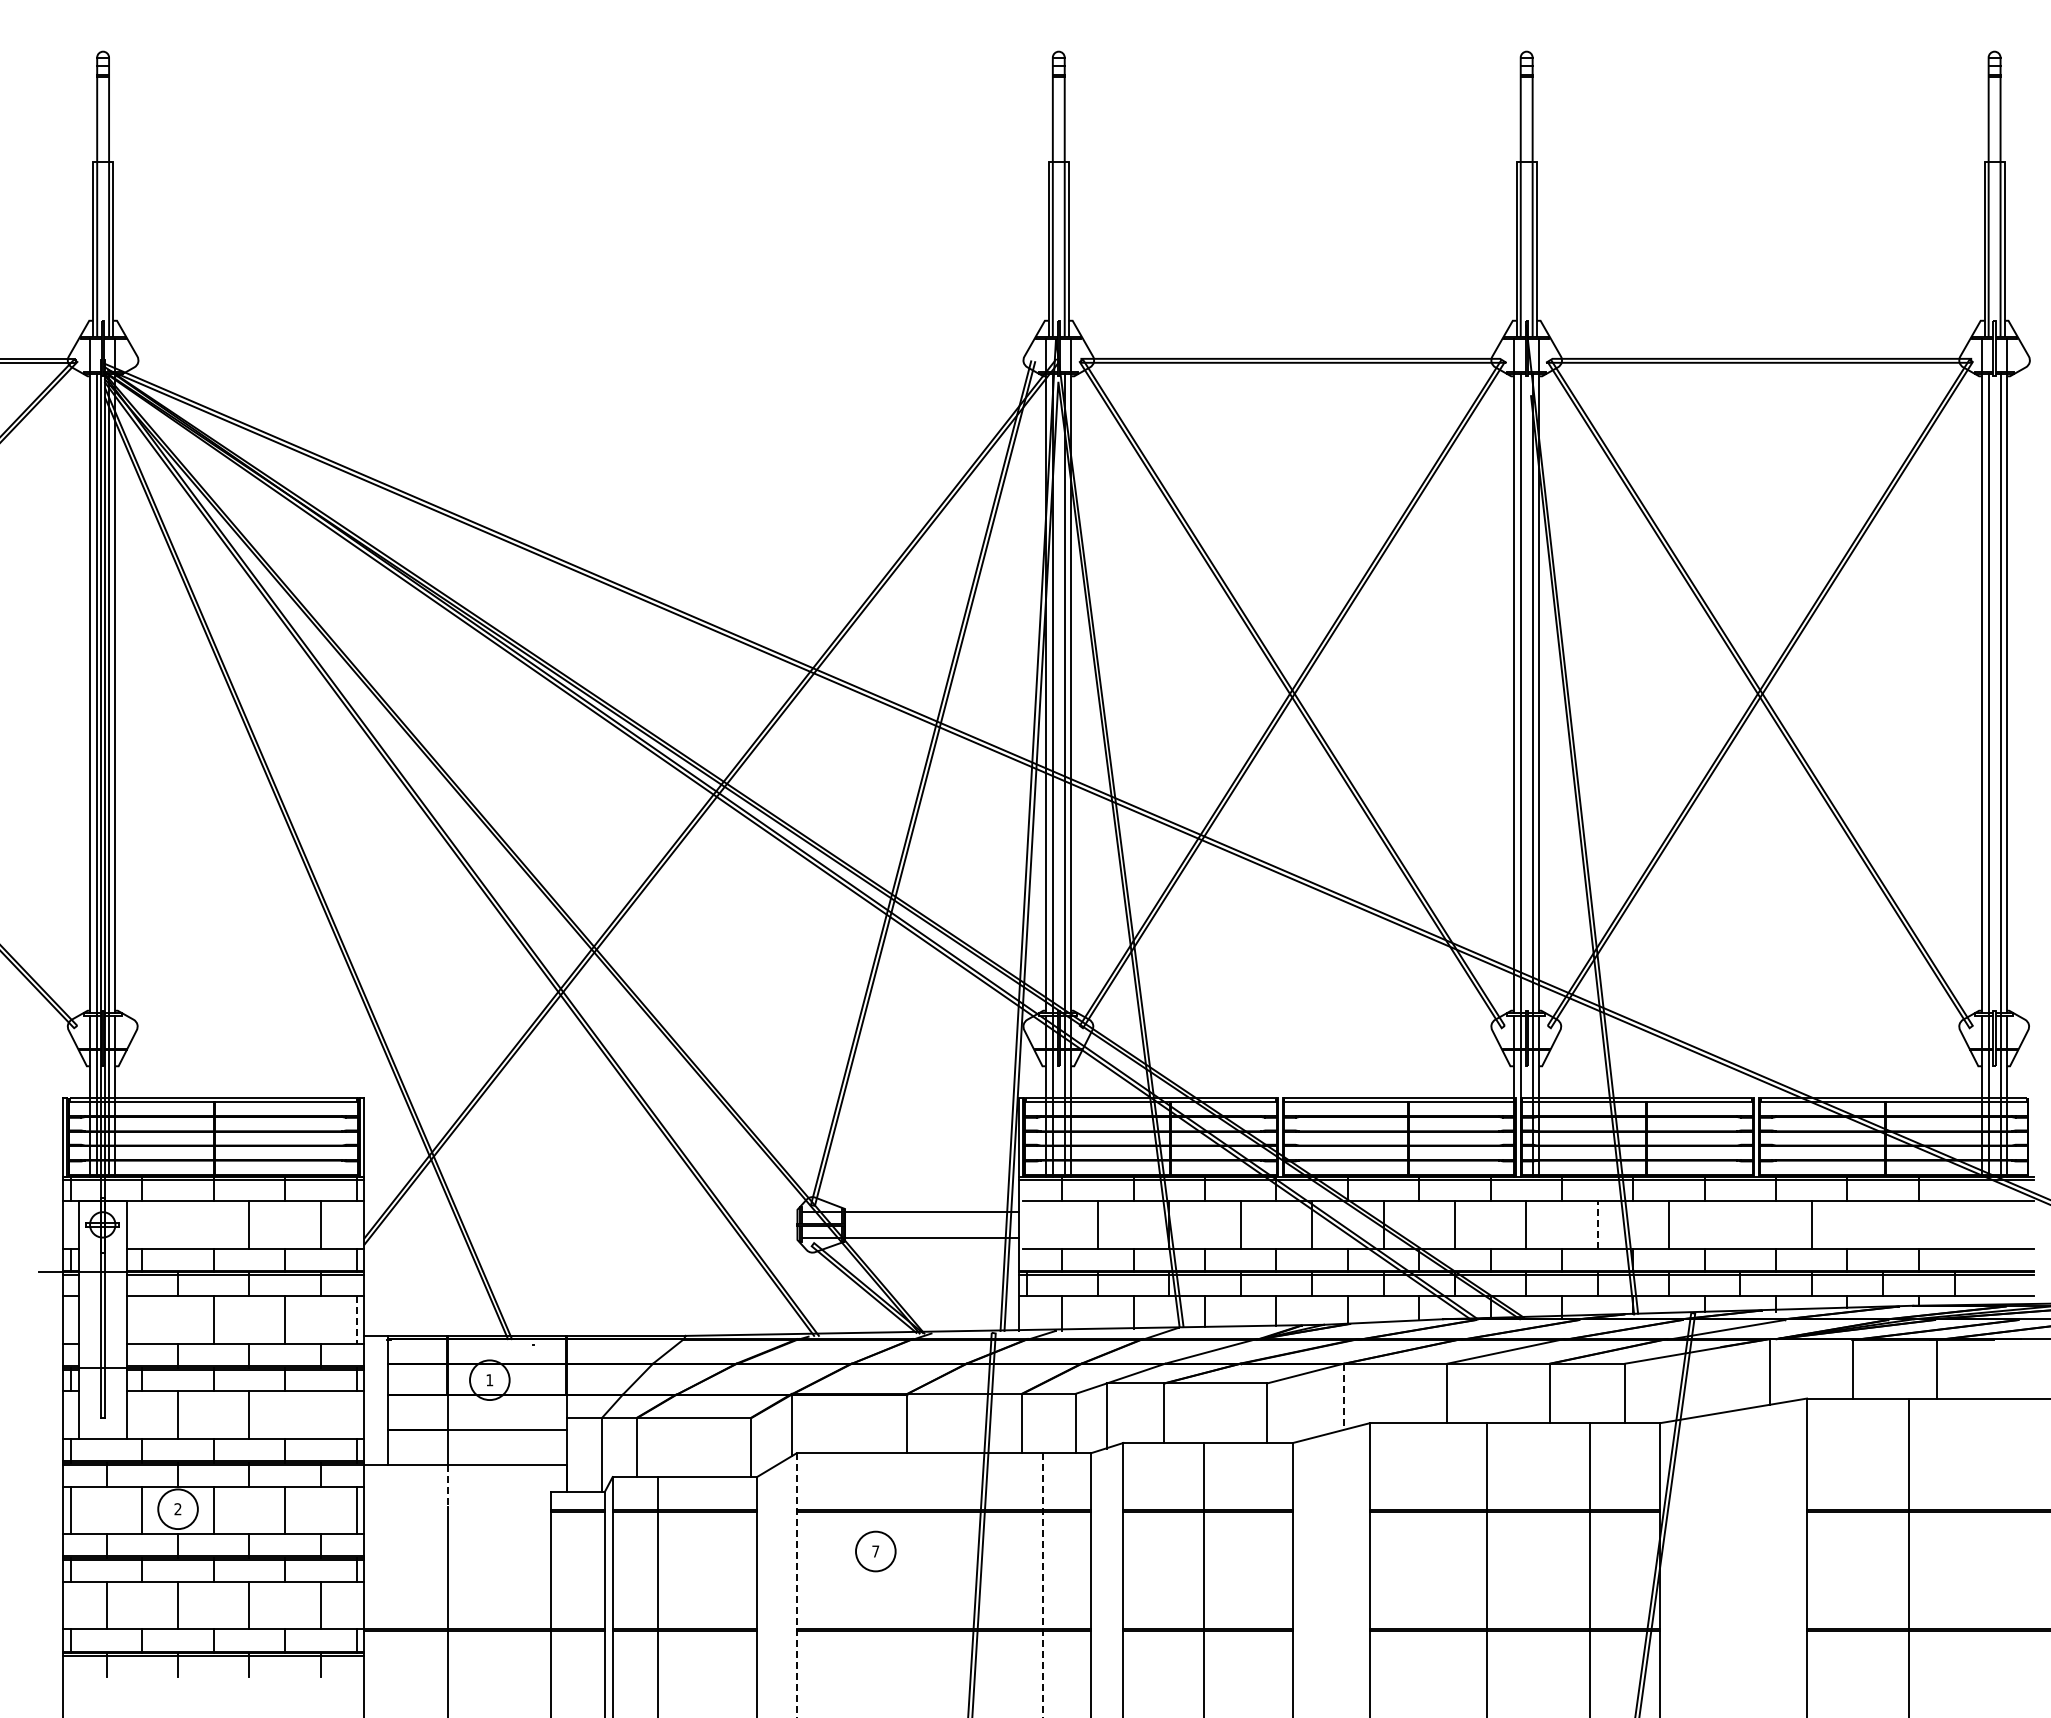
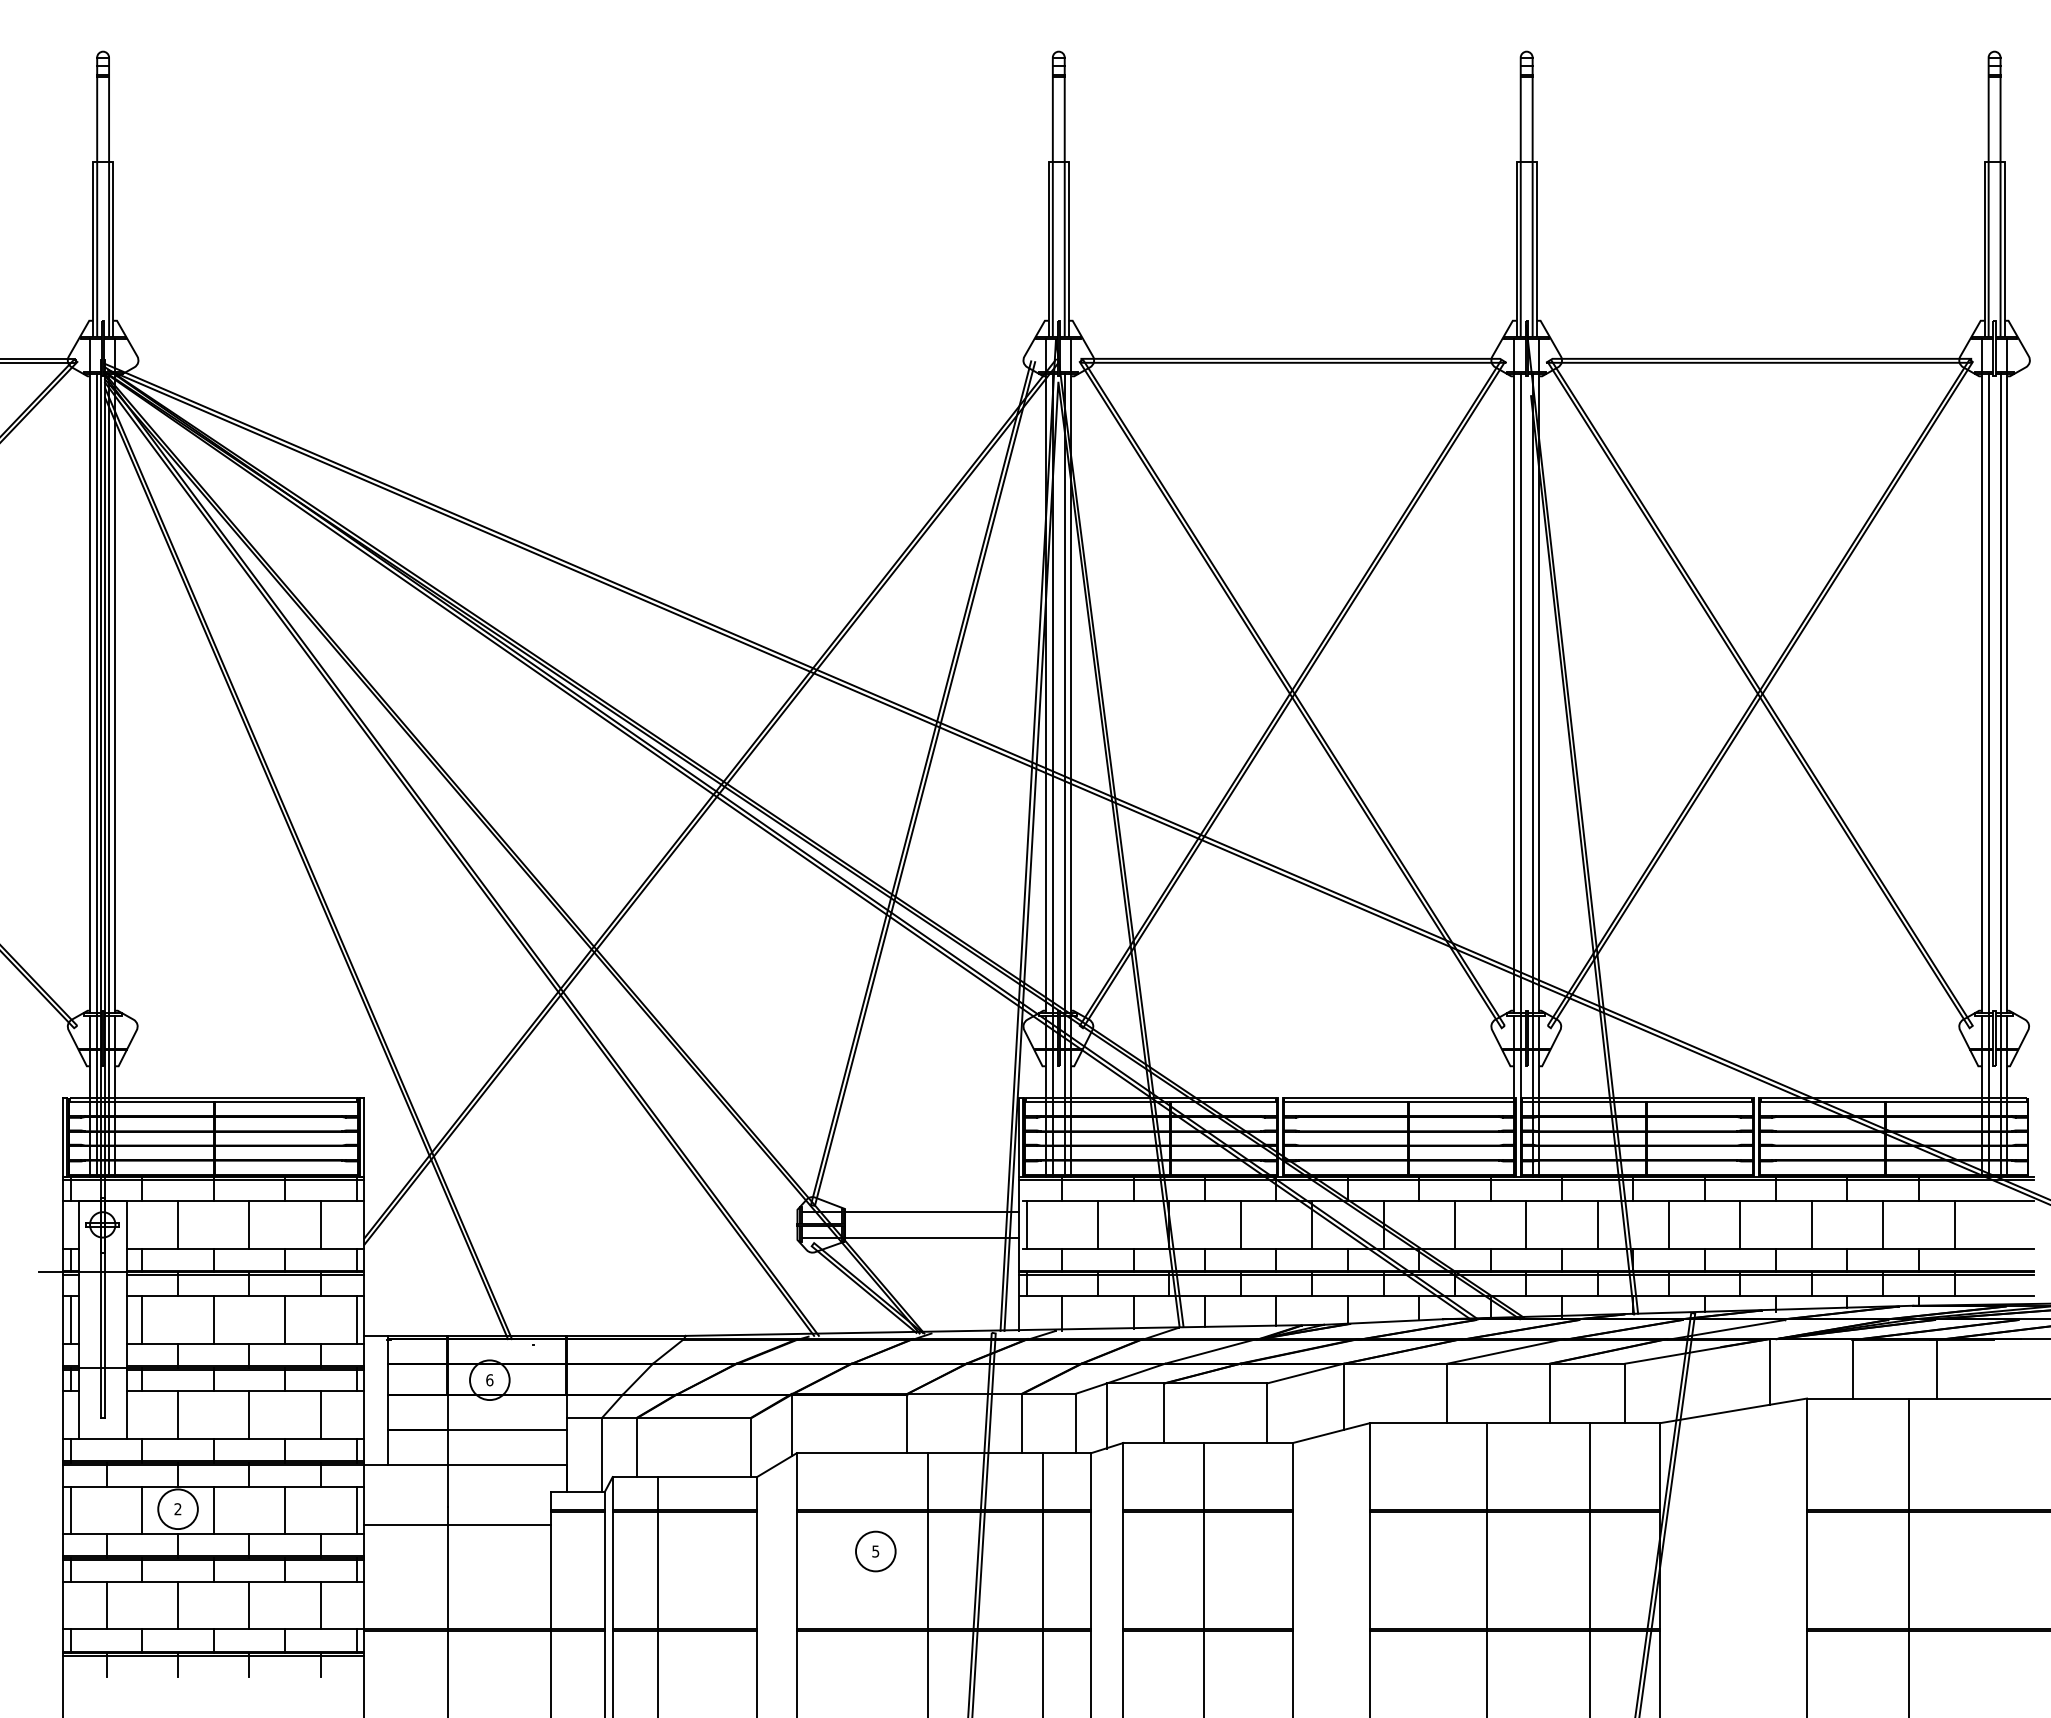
line at (178, 1224): none -> present
line at (1026, 1224): none -> present
line at (1597, 1224): dashed -> solid
line at (1740, 1224): none -> present
line at (1883, 1224): none -> present
line at (1954, 1224): none -> present
line at (71, 1319): none -> present
line at (142, 1319): none -> present
line at (356, 1320): dashed -> solid
text at (489, 1380): 1 -> 6
line at (1343, 1397): dashed -> solid
line at (320, 1415): none -> present
line at (447, 1486): dashed -> solid
line at (457, 1524): none -> present
text at (875, 1551): 7 -> 5
line at (927, 1583): none -> present
line at (796, 1586): dashed -> solid
line at (1042, 1586): dashed -> solid
